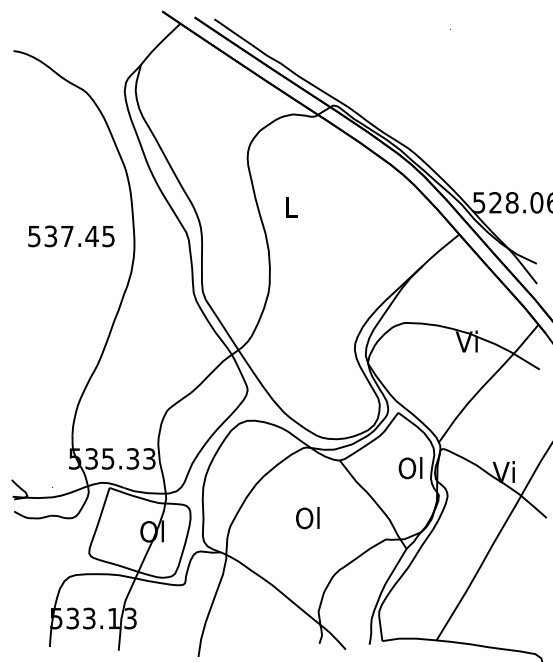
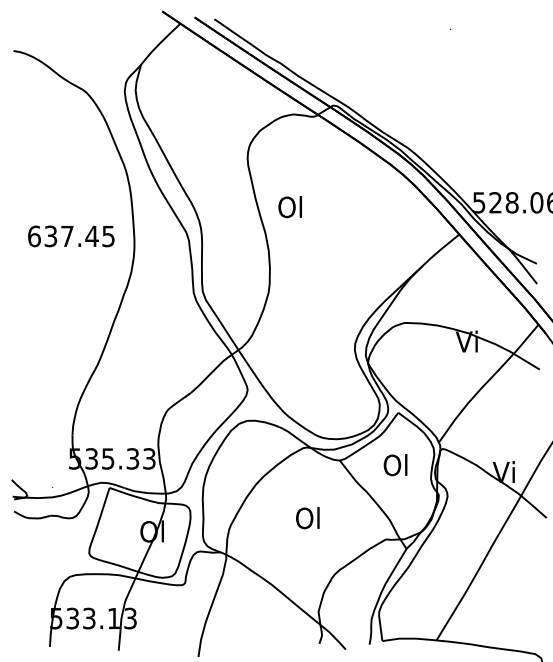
text at (289, 207): L -> Ol
text at (34, 236): 537.45 -> 637.45
text at (410, 468) position: (410, 468) -> (395, 465)
